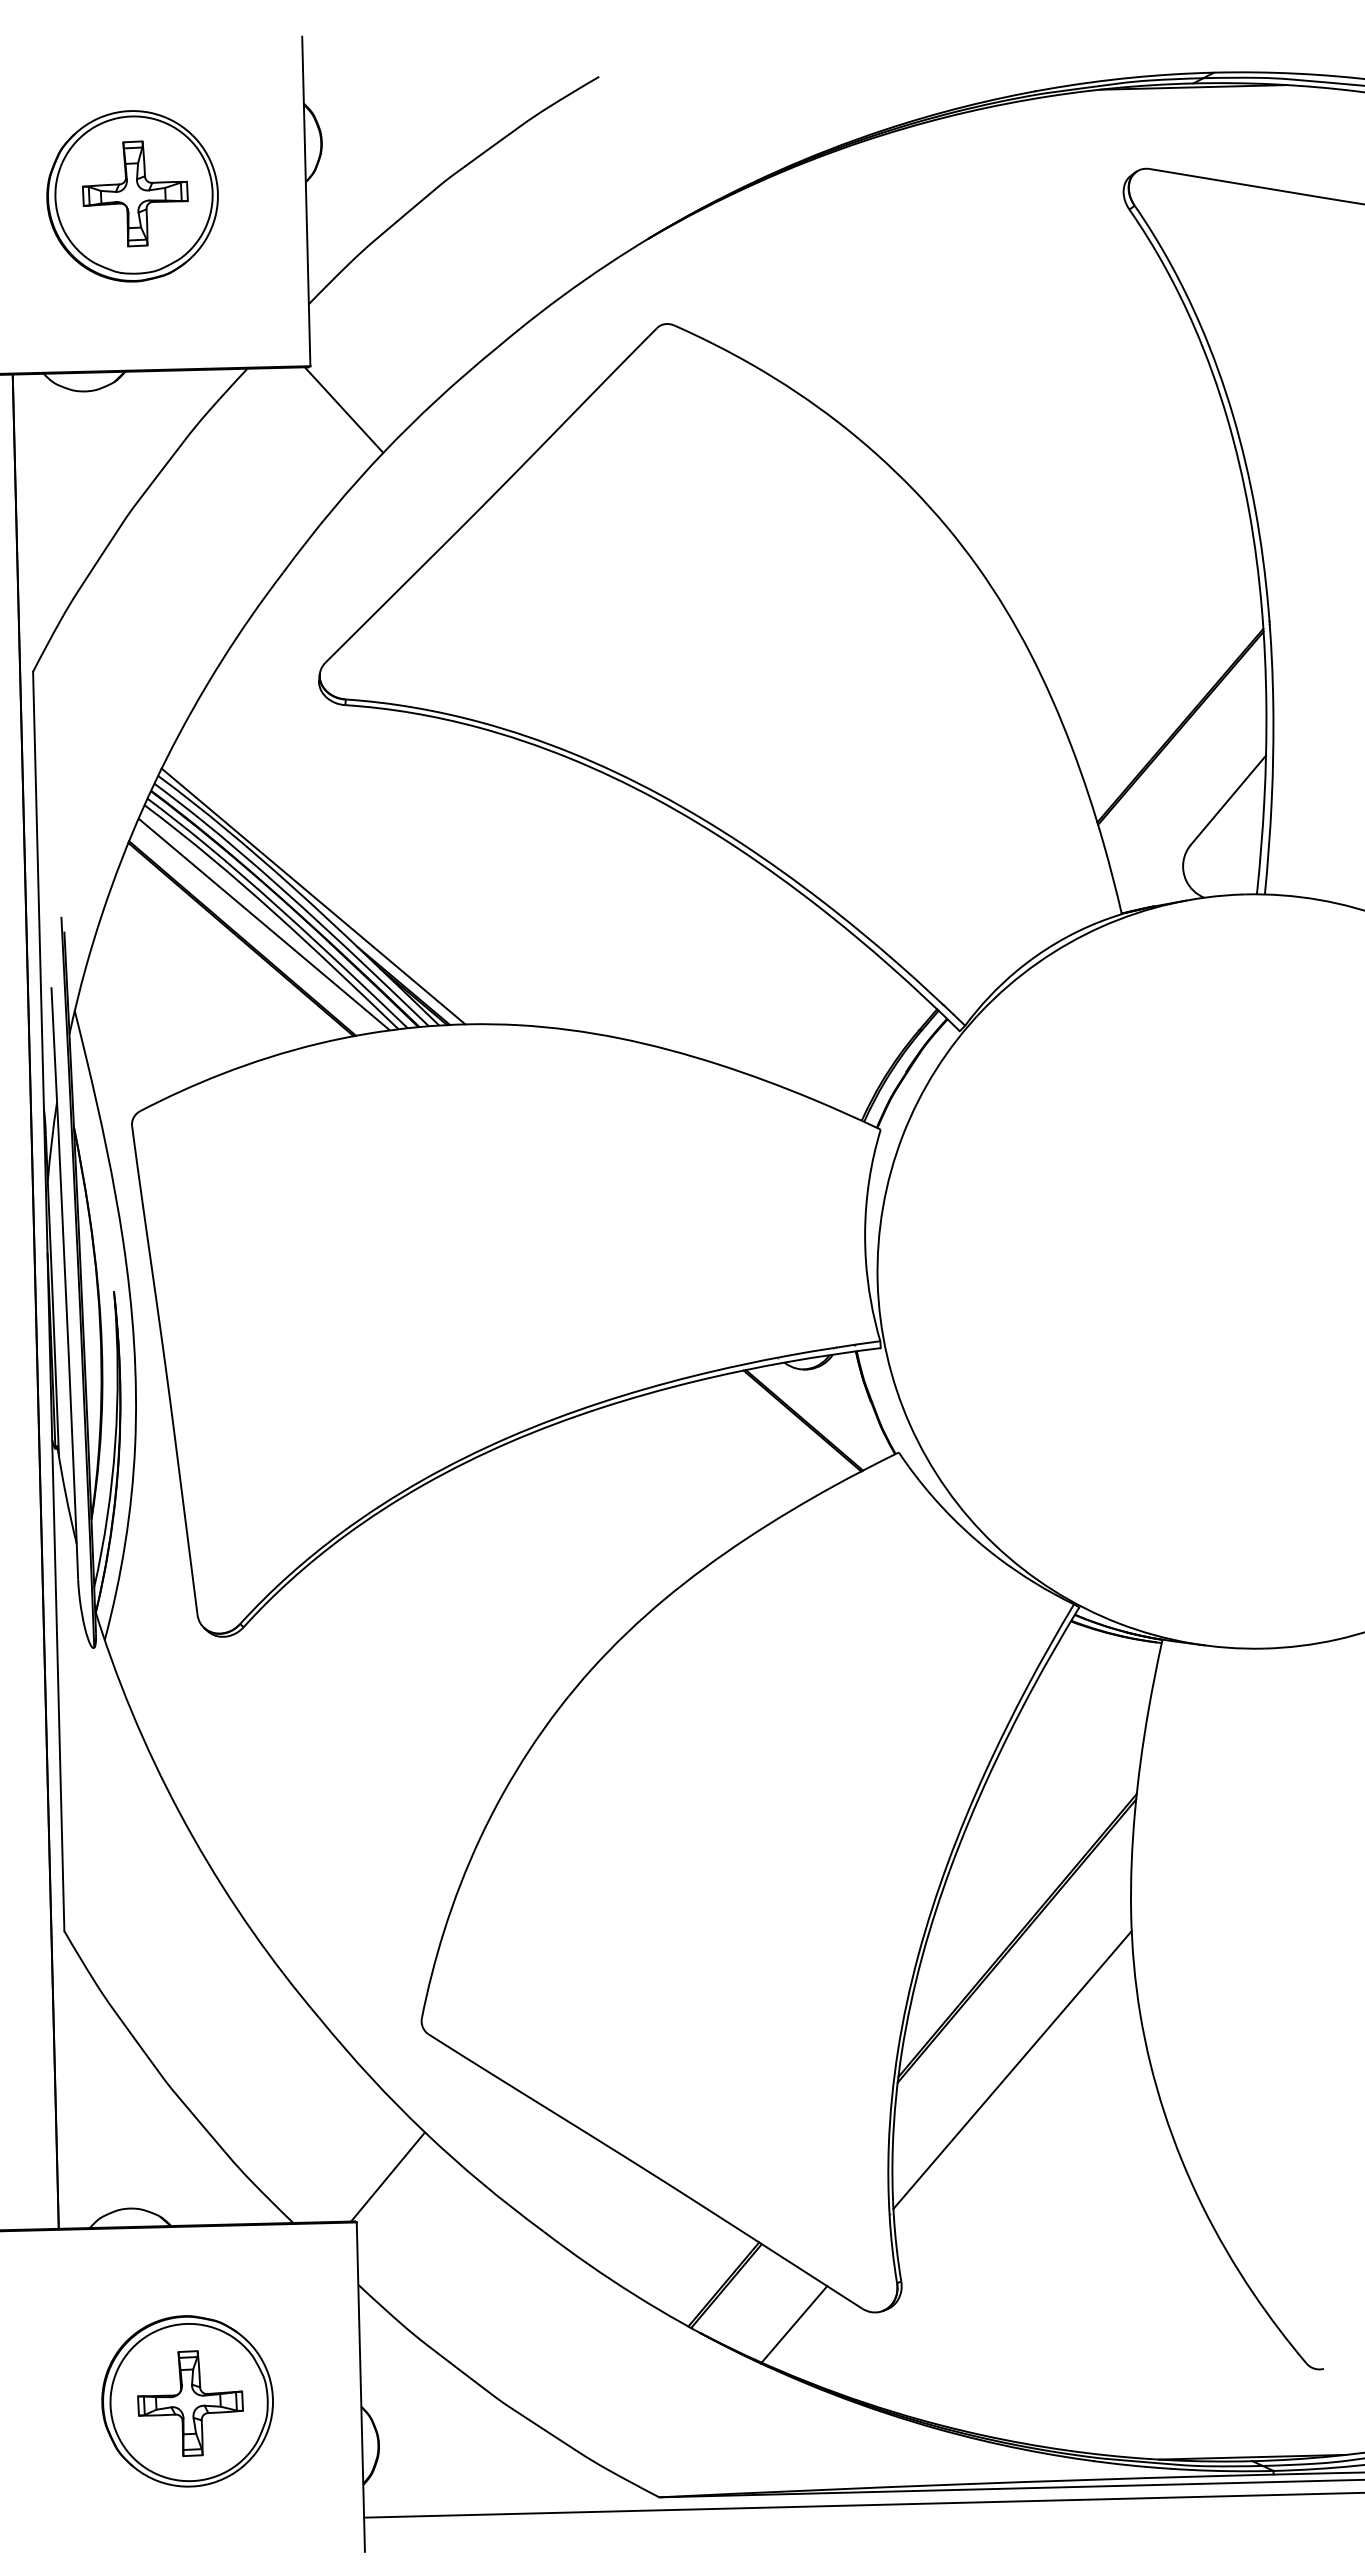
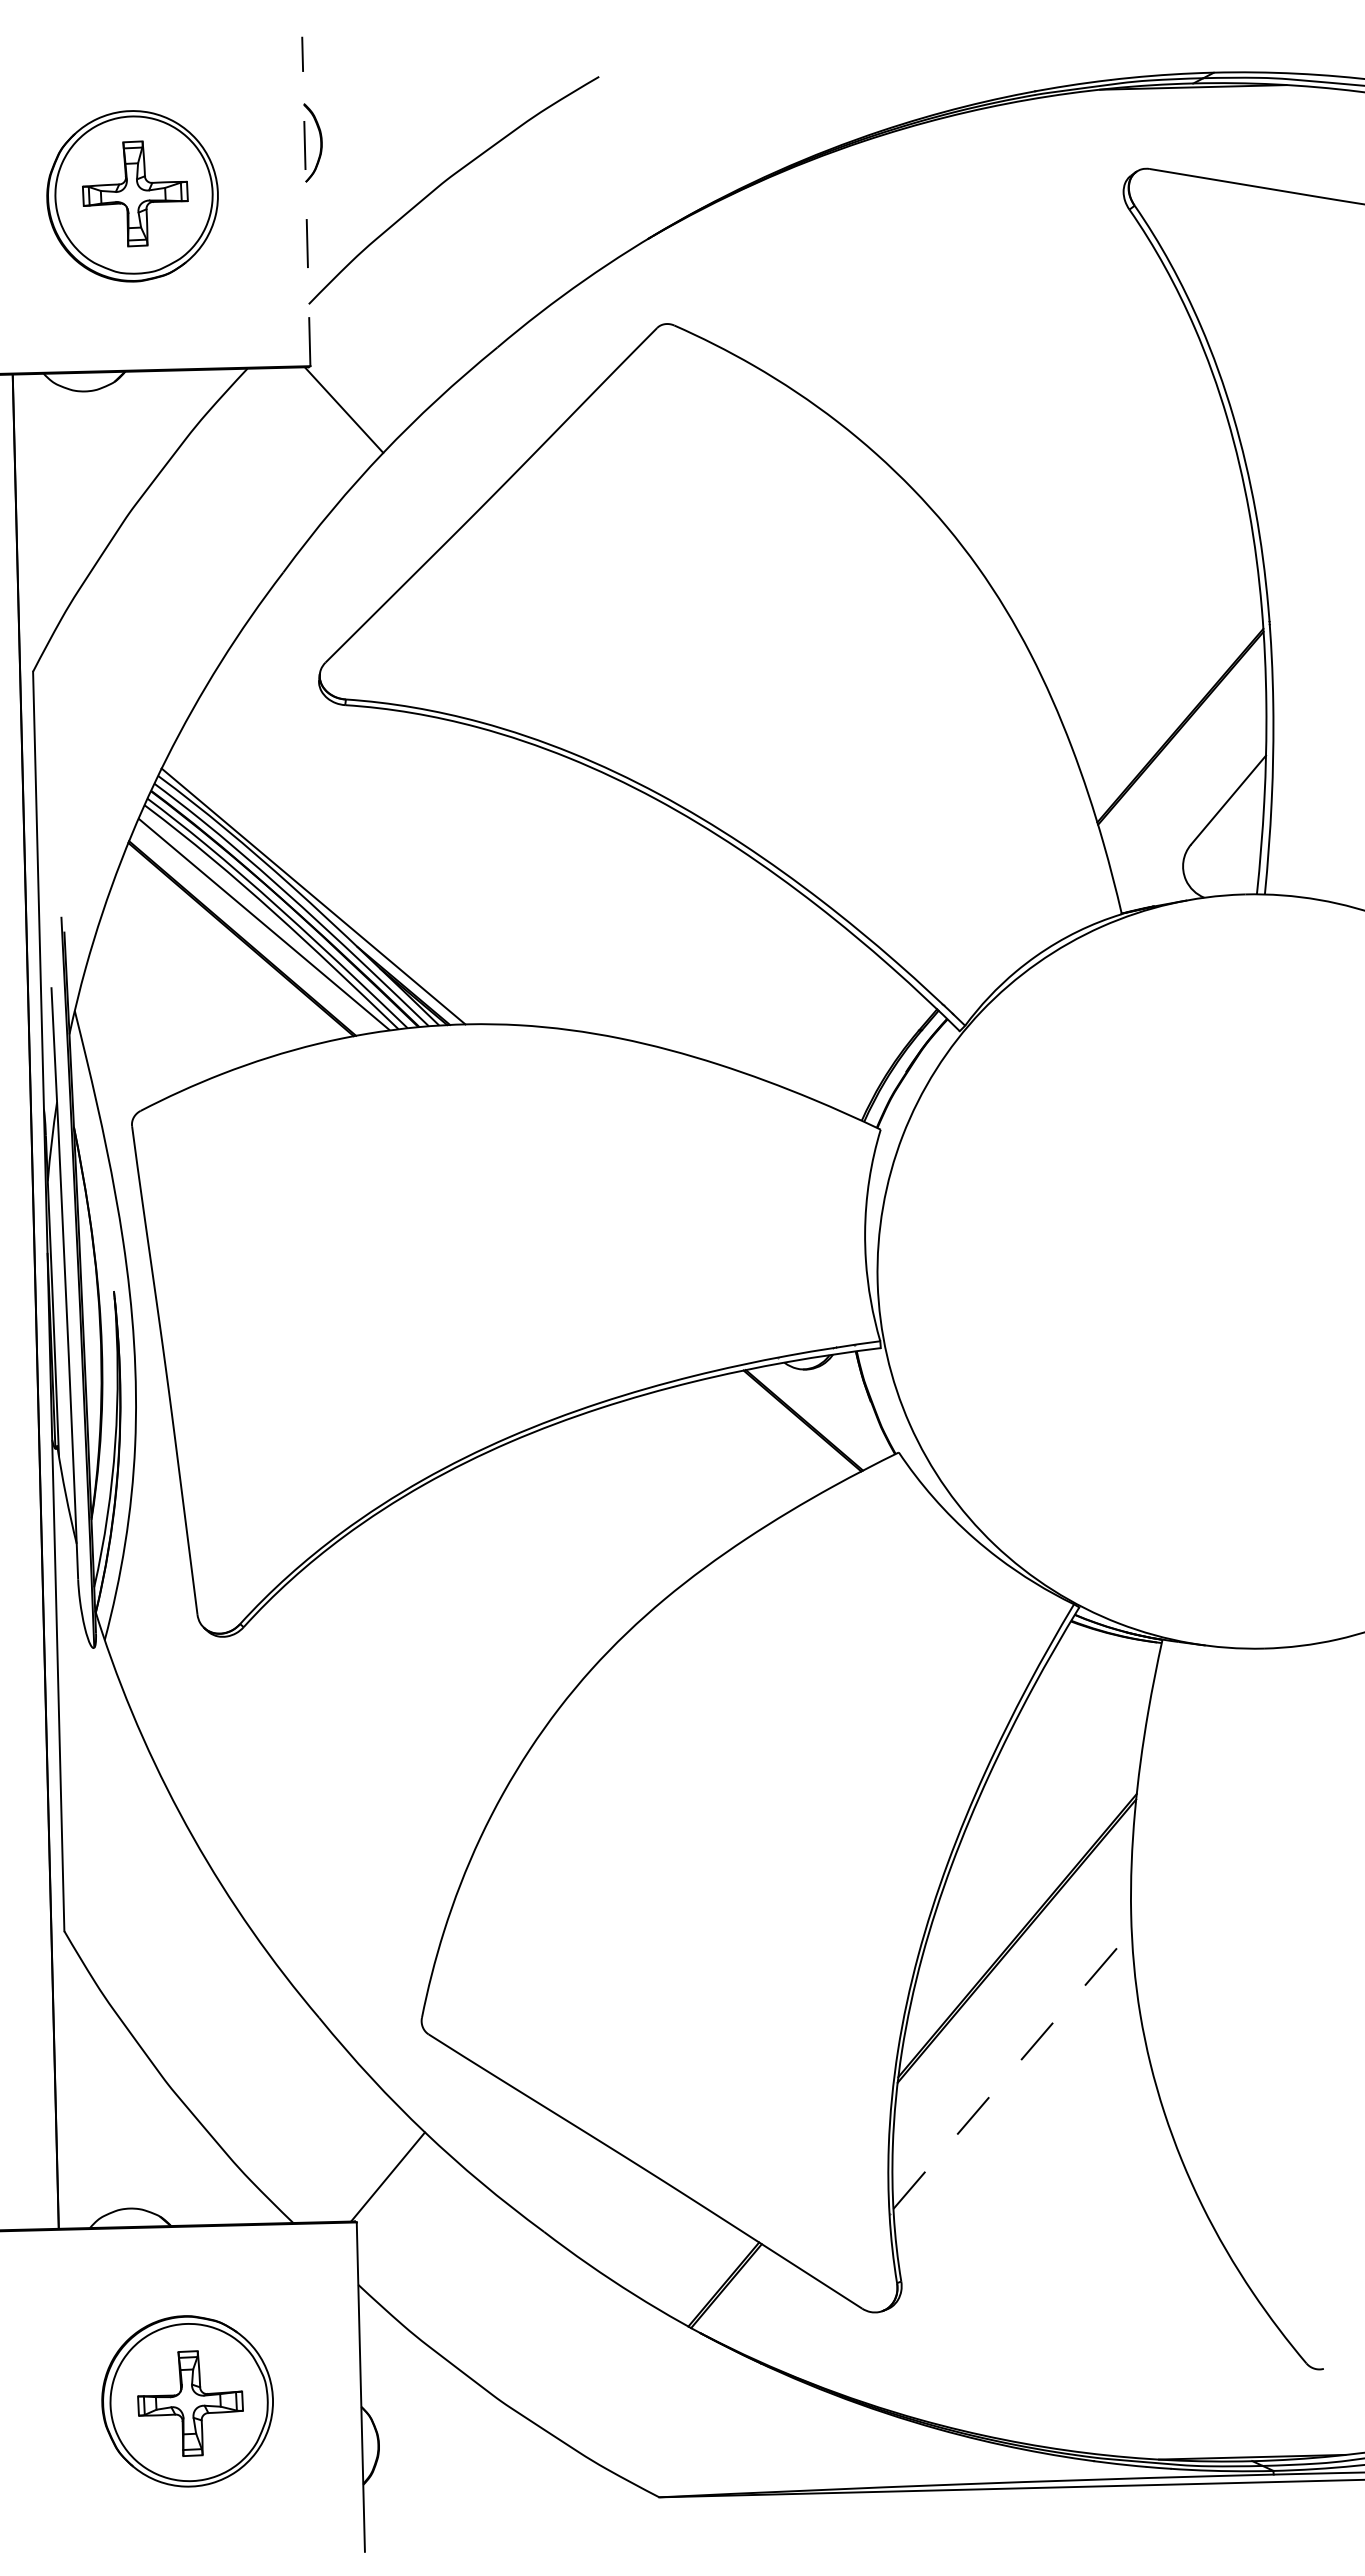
line at (306, 201): solid -> dashed
line at (1012, 2069): solid -> dashed
line at (794, 2324): present -> none
line at (862, 2504): present -> none
